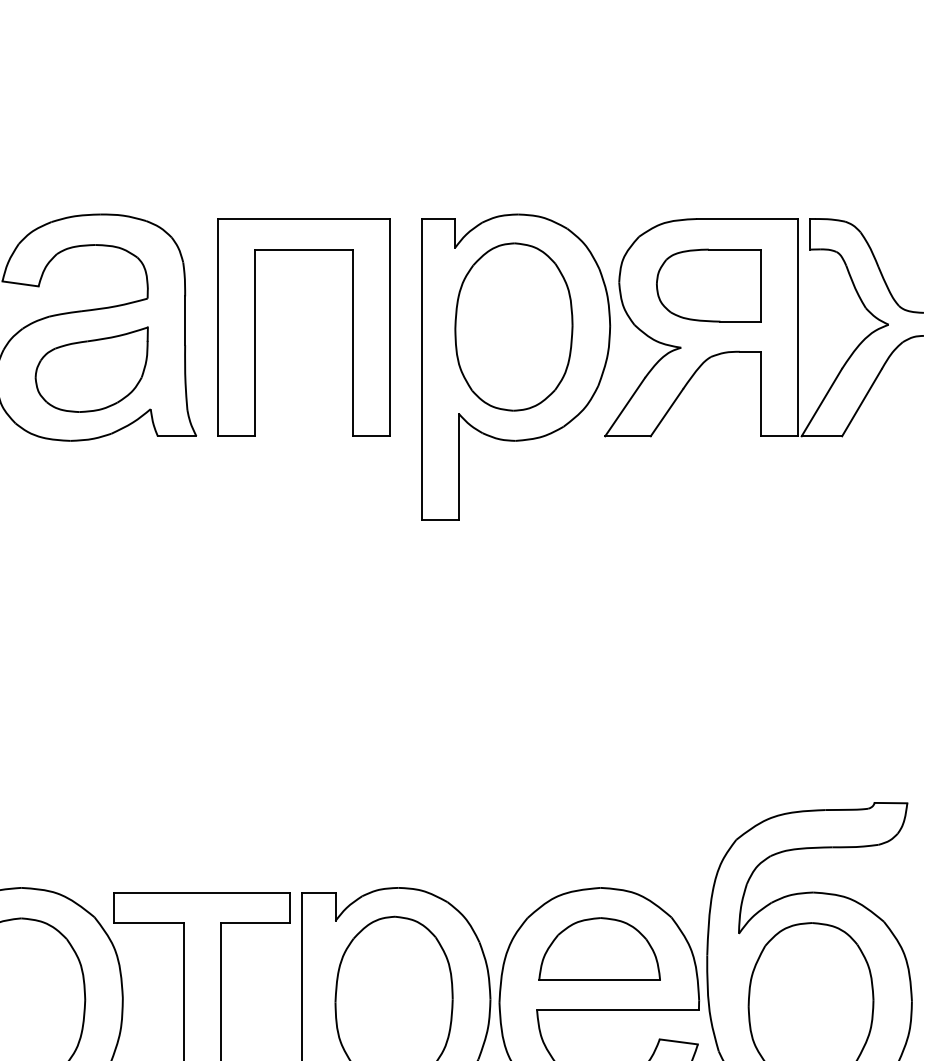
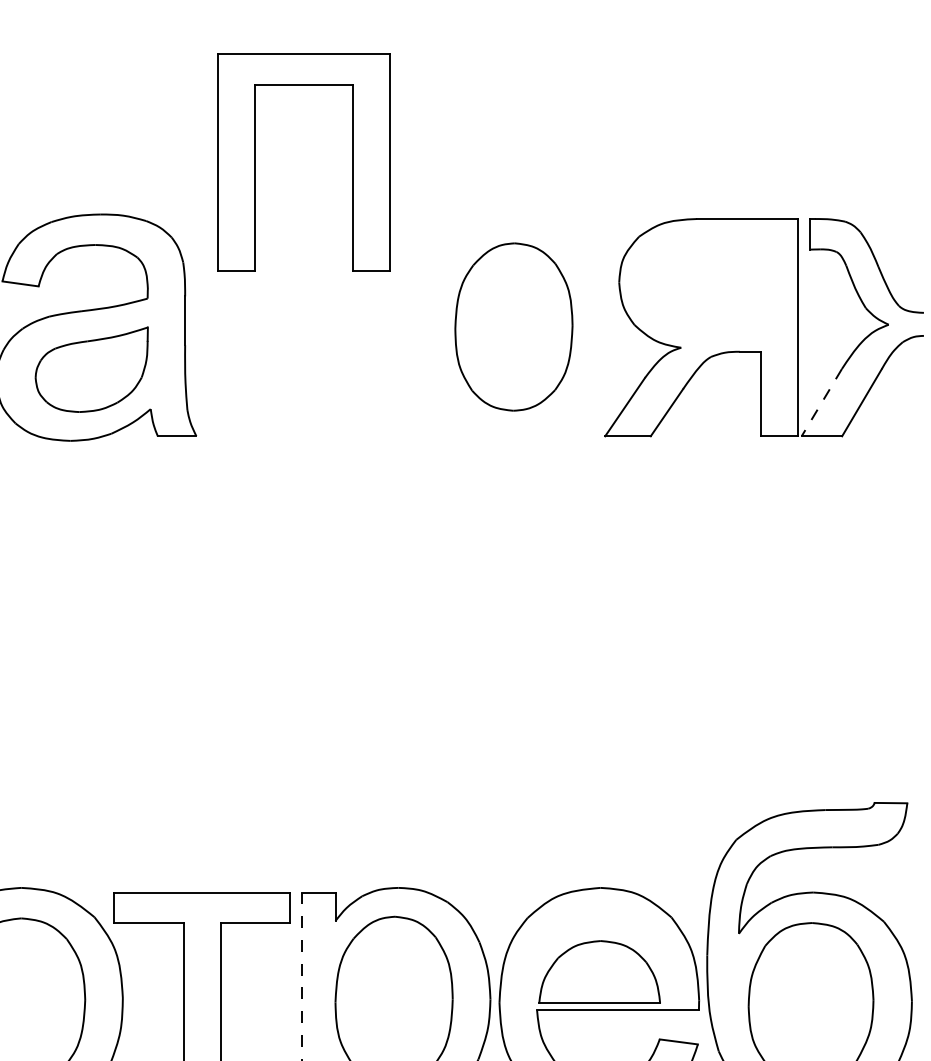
part at (708, 285): present -> none
part at (255, 327) position: (255, 327) -> (255, 162)
part at (516, 366): present -> none
line at (821, 403): solid -> dashed
part at (599, 948) position: (599, 948) -> (599, 971)
line at (302, 976): solid -> dashed
